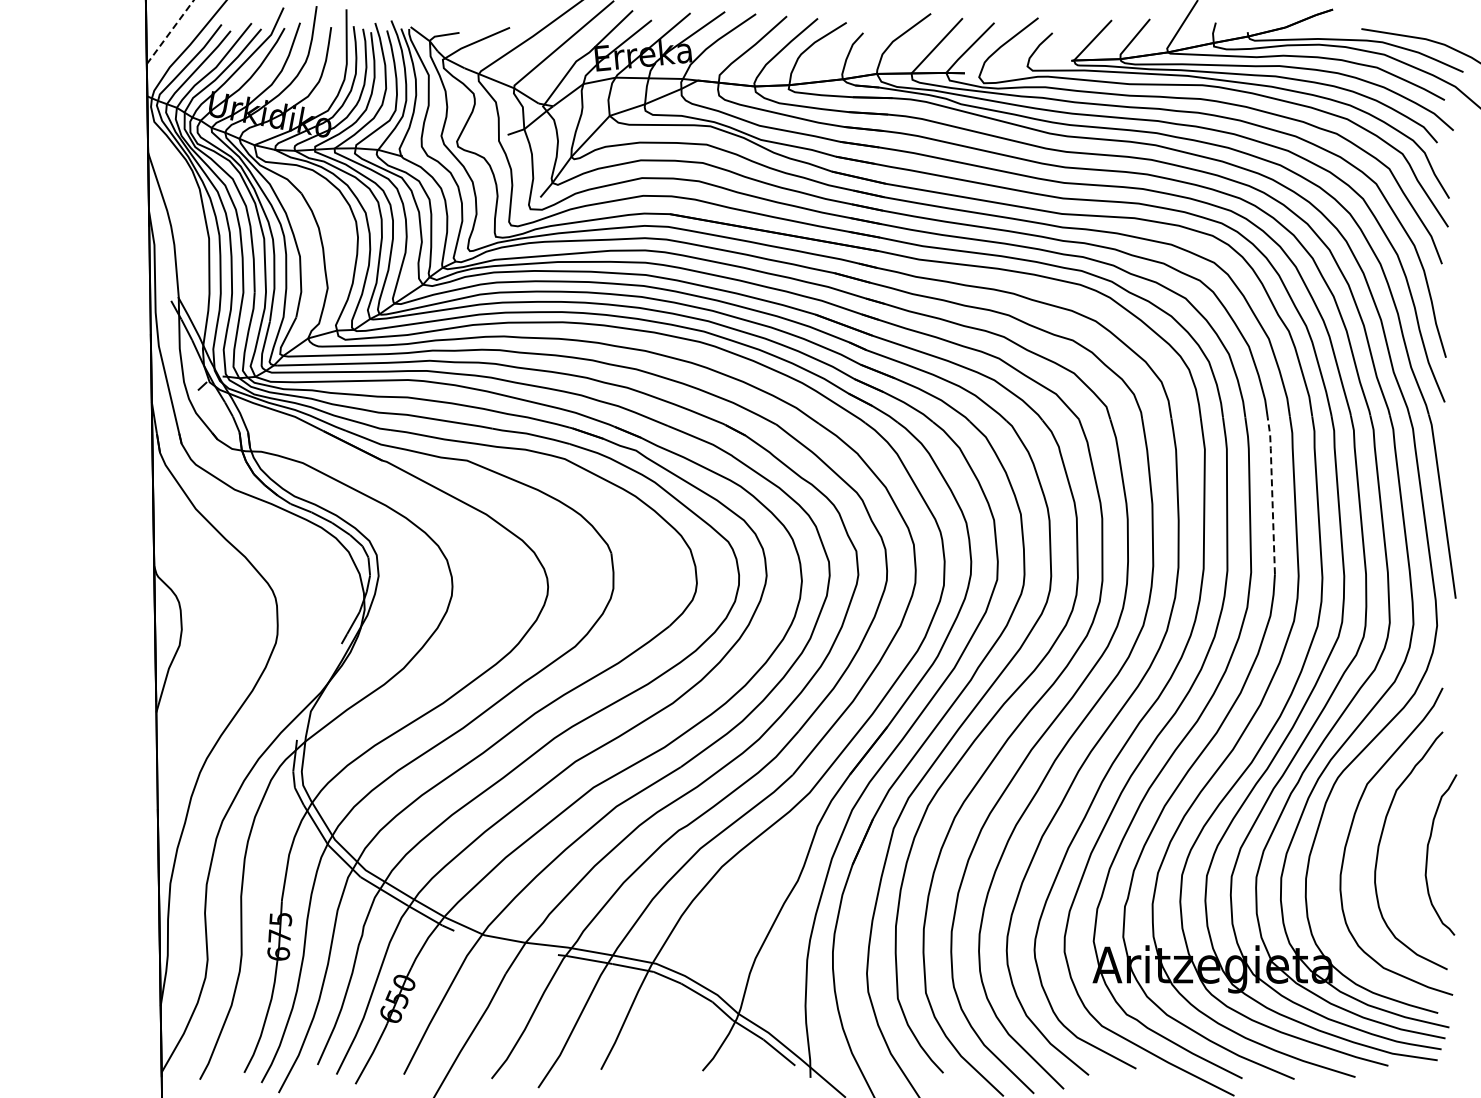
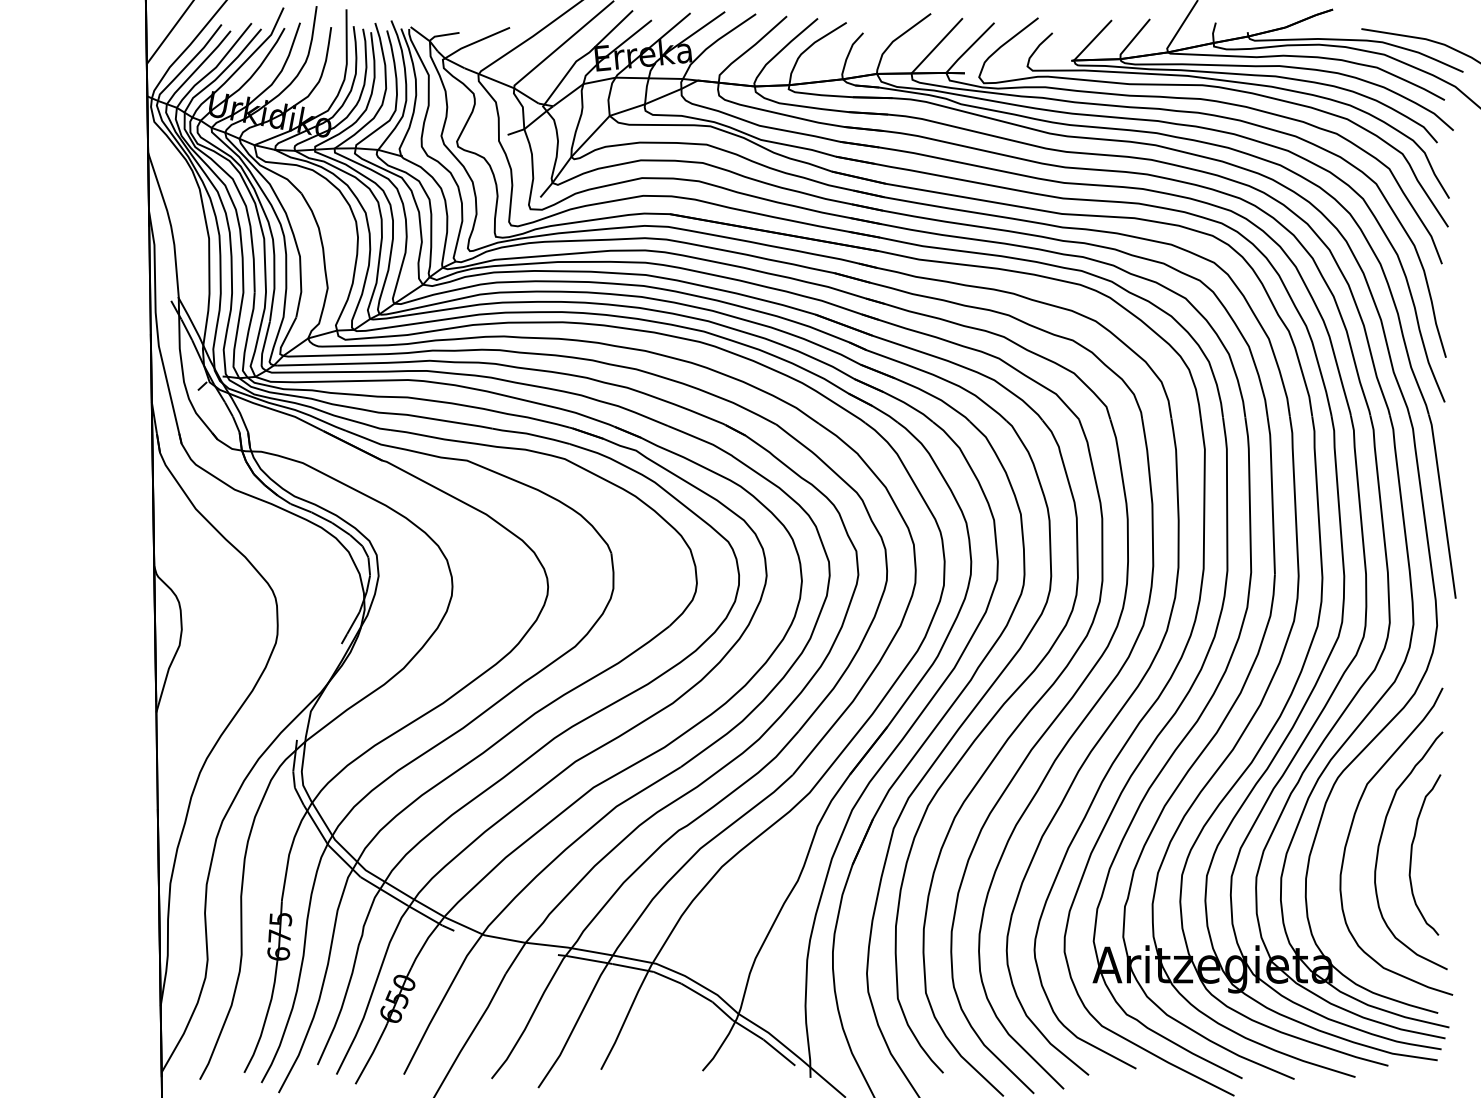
line at (170, 32): dashed -> solid
line at (1272, 494): dashed -> solid
curve at (1428, 854) position: (1428, 854) -> (1412, 854)
